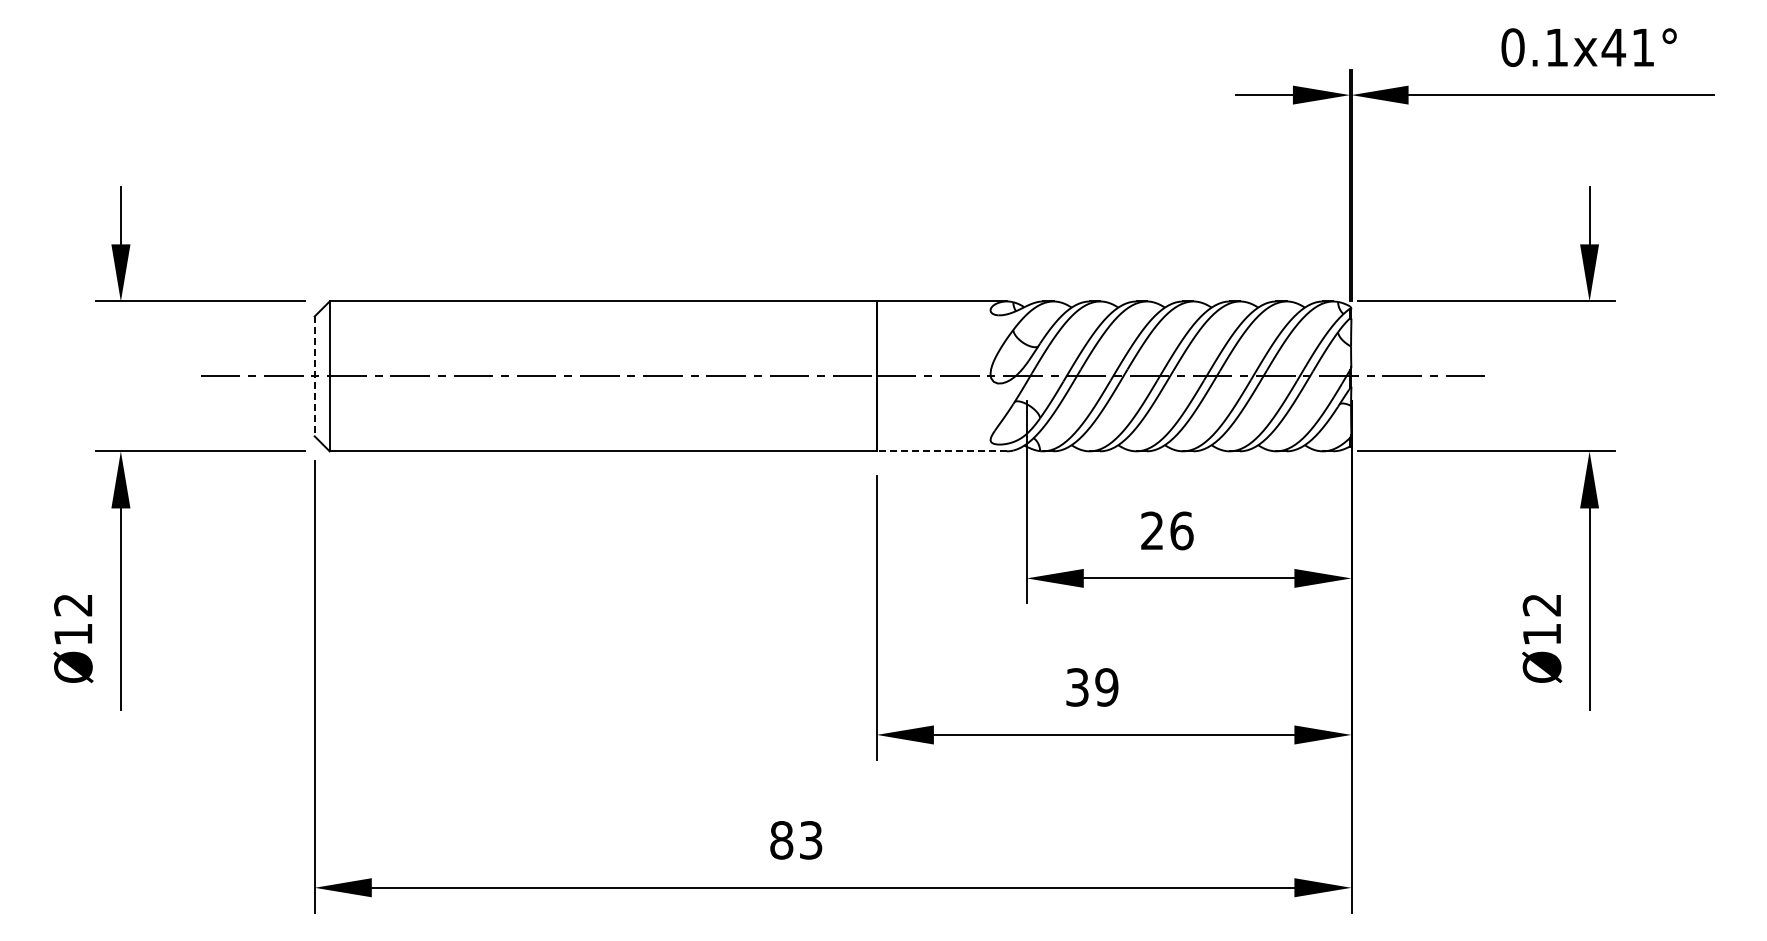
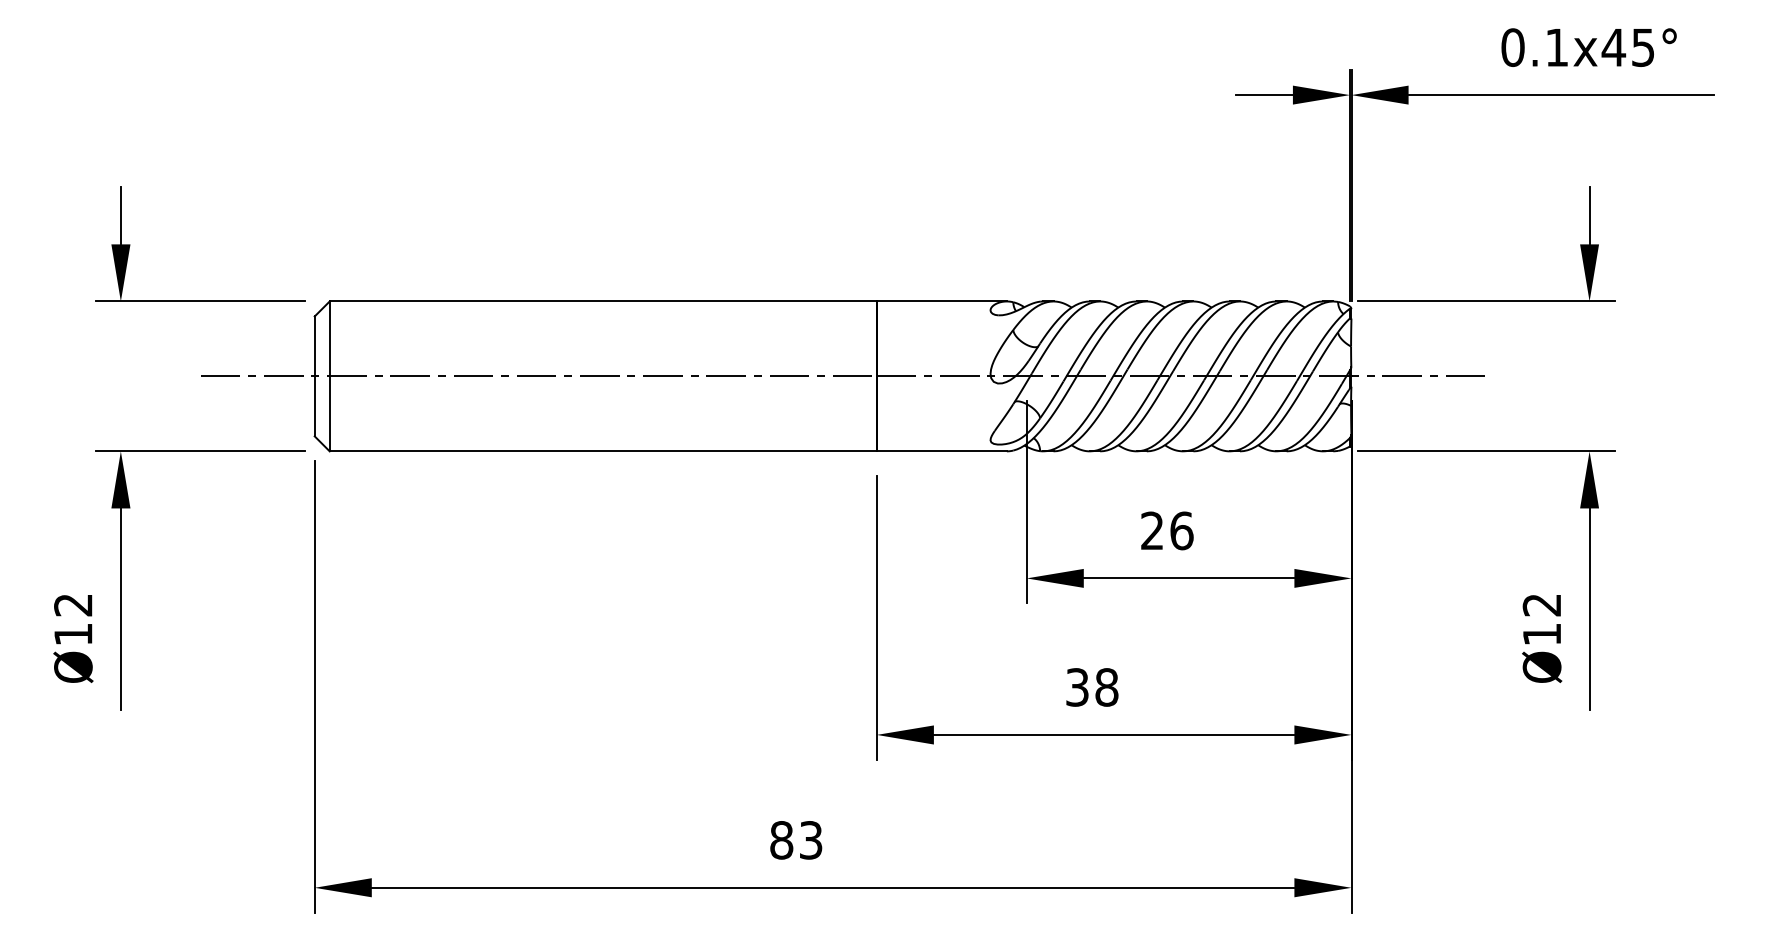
text at (1642, 47): 0.1x41° -> 0.1x45°
line at (314, 376): dashed -> solid
line at (942, 451): dashed -> solid
text at (1106, 687): 39 -> 38
